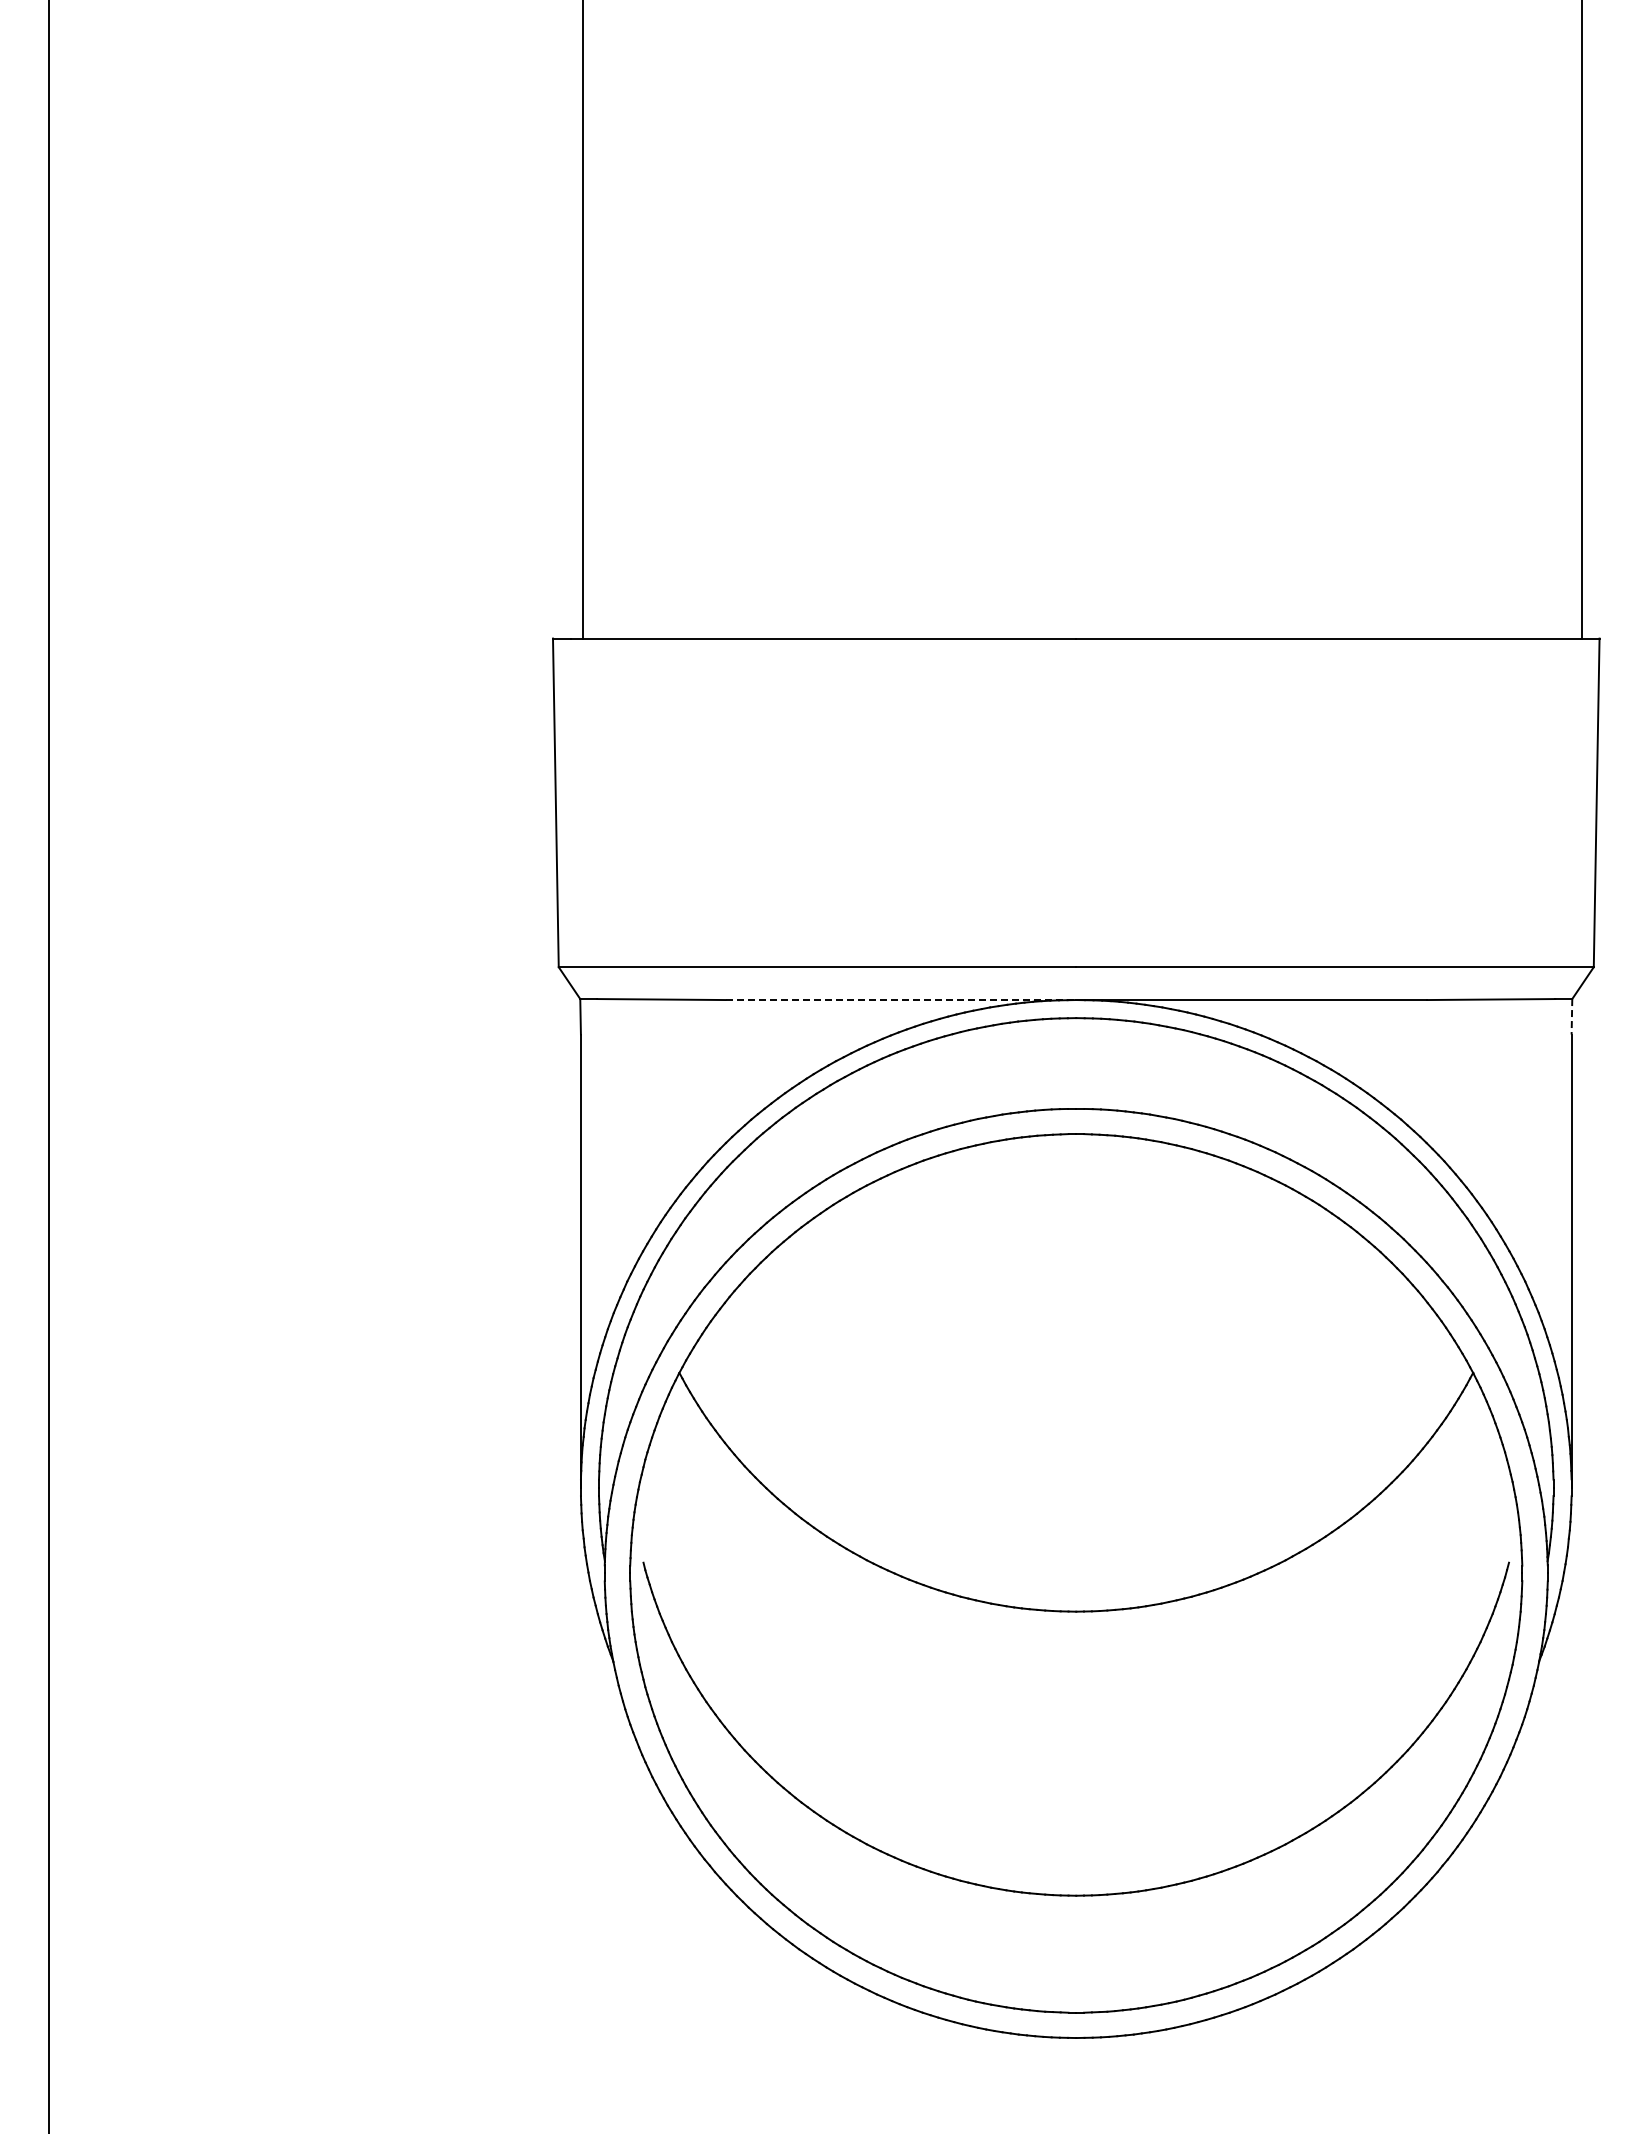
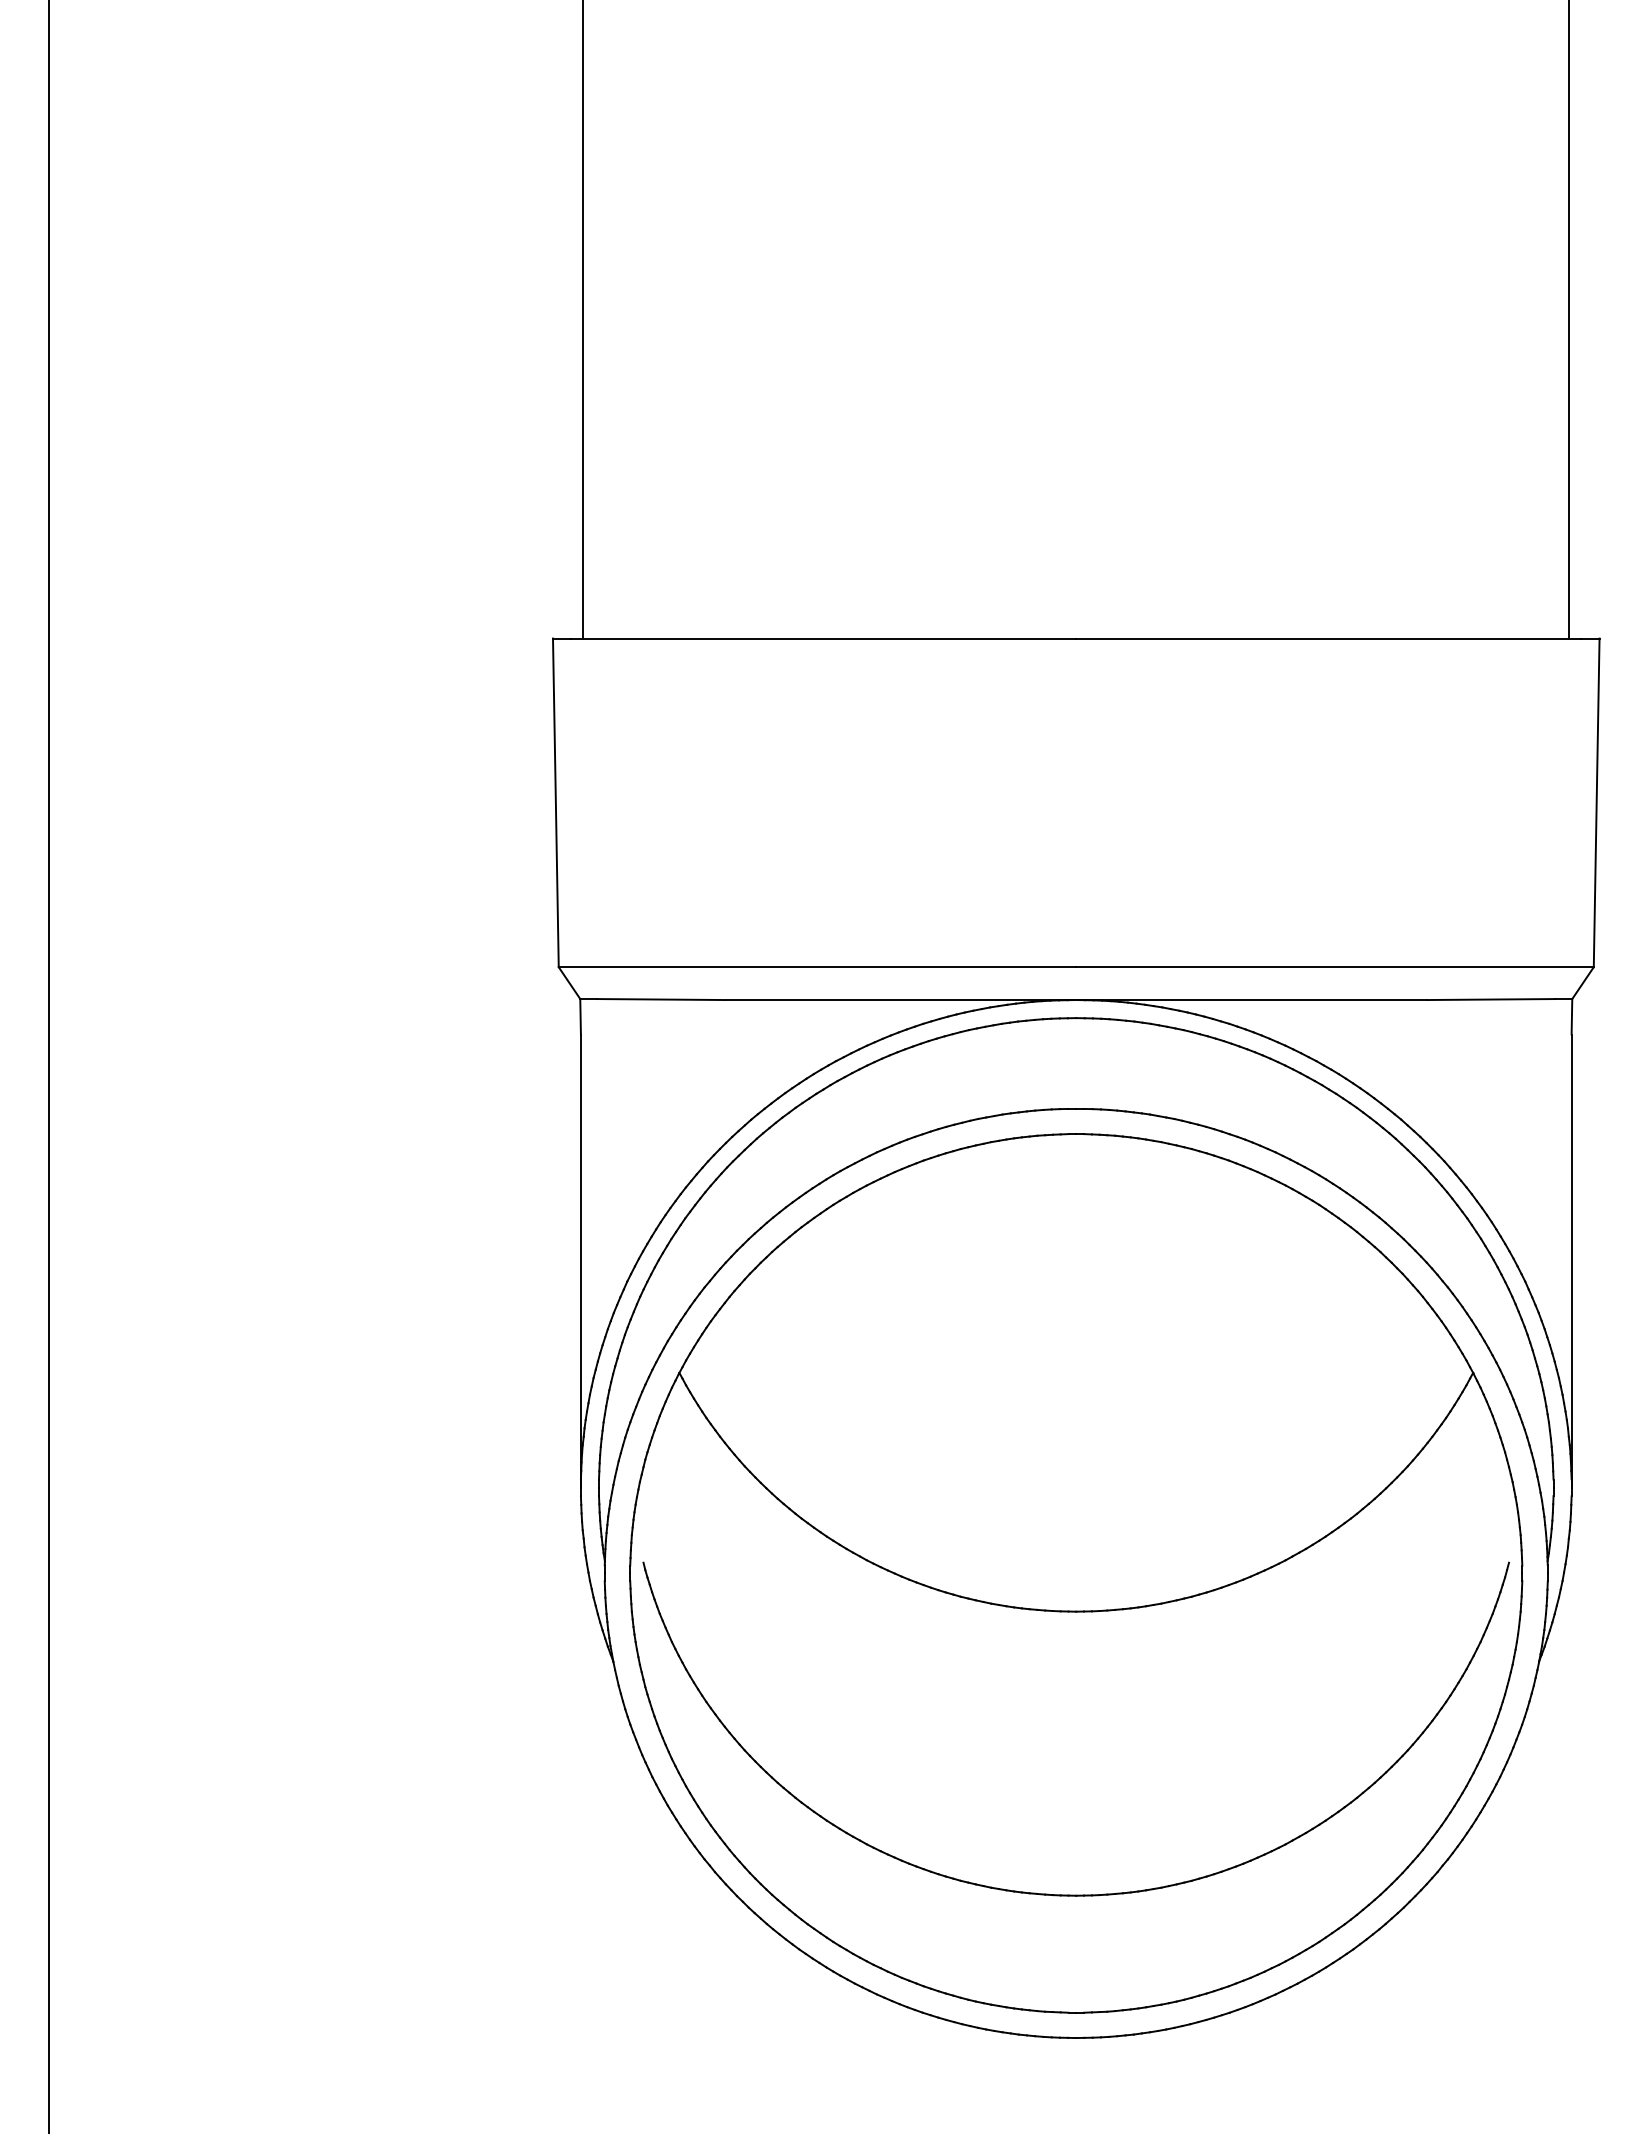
line at (1582, 320) position: (1582, 320) -> (1569, 320)
line at (901, 1000): dashed -> solid
line at (1571, 1016): dashed -> solid
